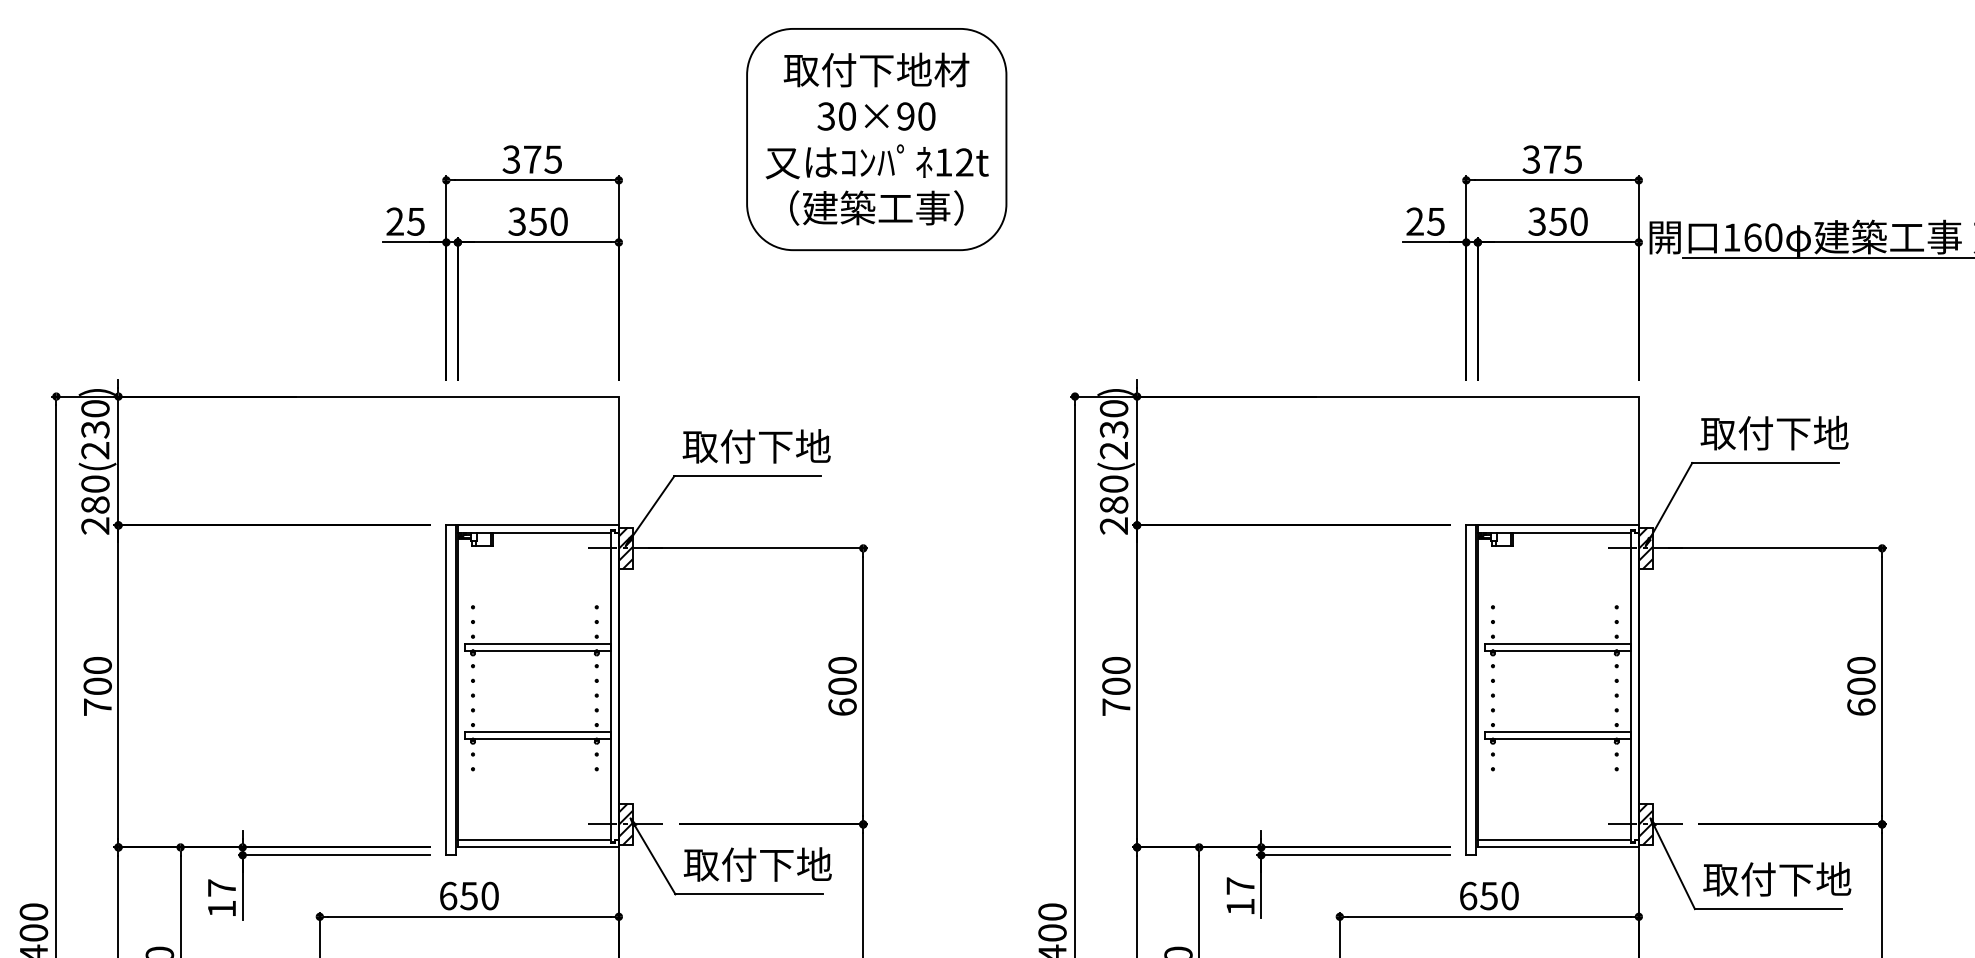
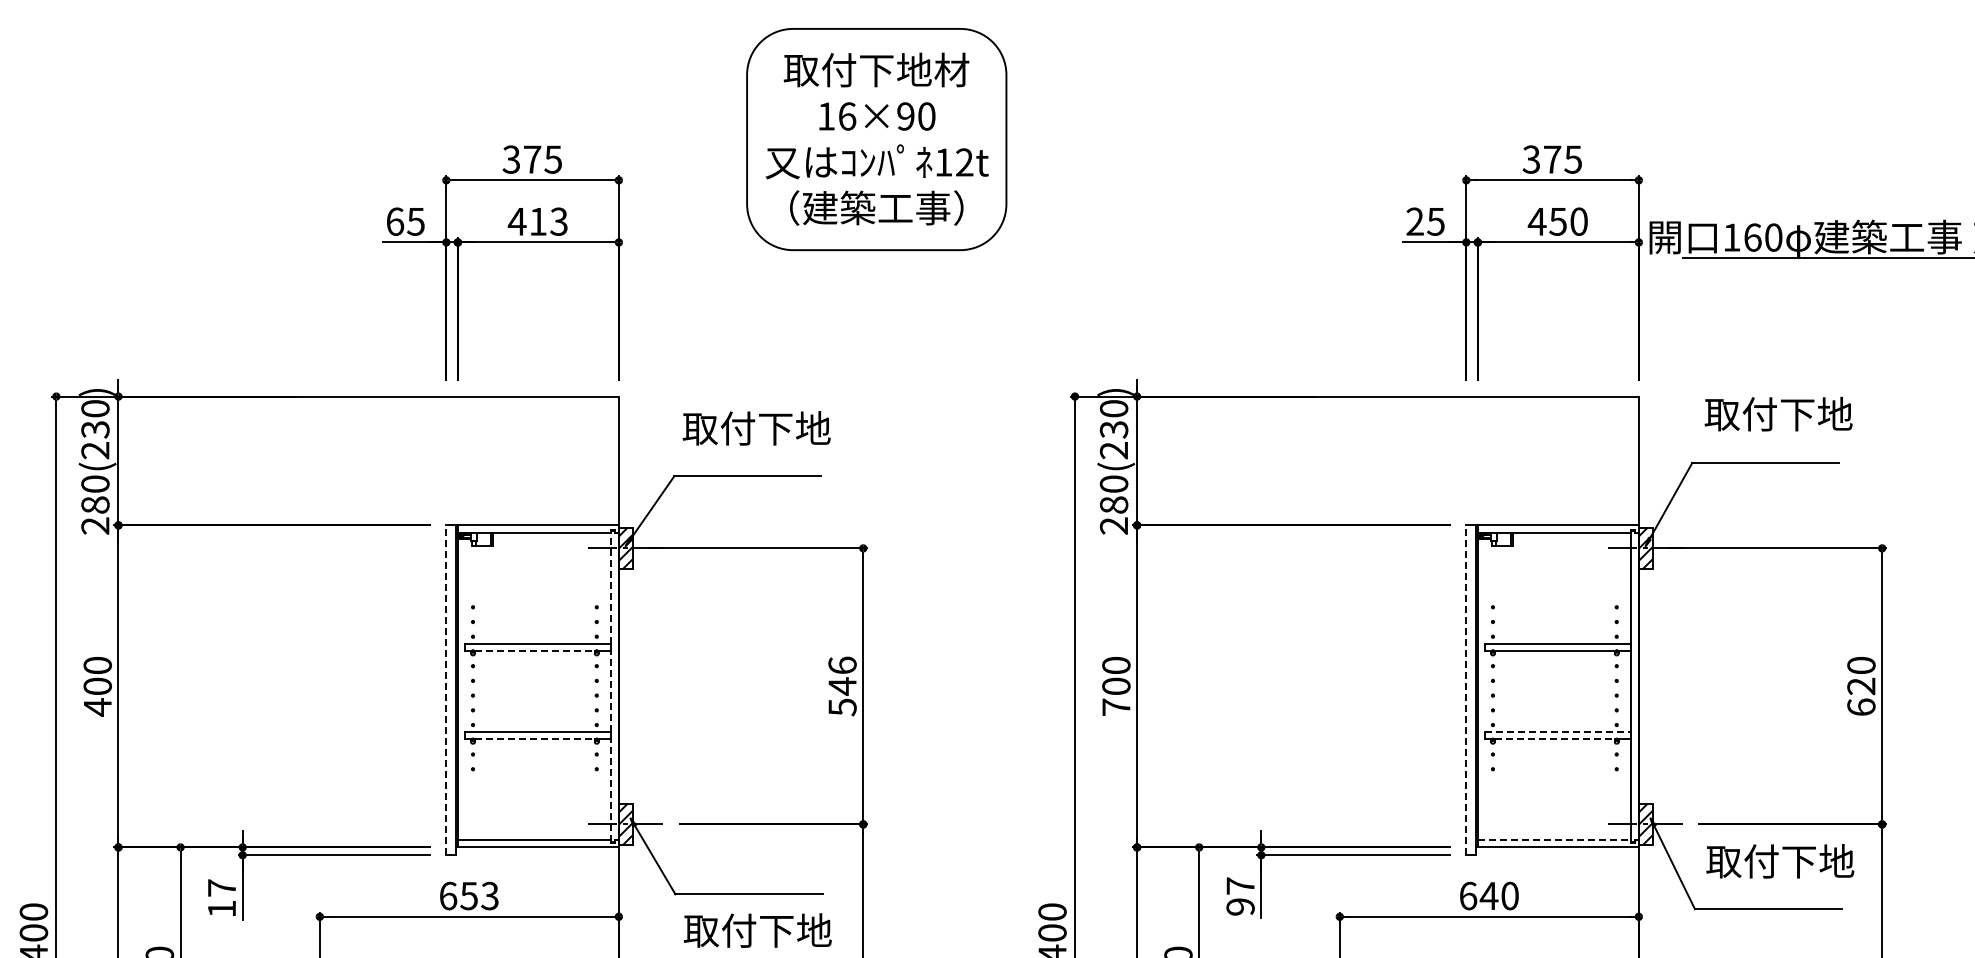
text at (836, 116): 30×90 -> 16×90
text at (395, 221): 25 -> 65
text at (537, 221): 350 -> 413
text at (1536, 221): 350 -> 450
text at (1774, 432) position: (1774, 432) -> (1778, 413)
text at (756, 446) position: (756, 446) -> (756, 428)
line at (534, 650): solid -> dashed
line at (611, 686): solid -> dashed
text at (842, 686): 600 -> 546
text at (1861, 686): 600 -> 620
line at (446, 690): solid -> dashed
line at (1466, 690): solid -> dashed
text at (97, 707): 700 -> 400
line at (1558, 731): solid -> dashed
line at (534, 739): solid -> dashed
line at (1554, 739): solid -> dashed
line at (1555, 840): solid -> dashed
text at (757, 864) position: (757, 864) -> (757, 930)
text at (1777, 879) position: (1777, 879) -> (1780, 861)
text at (489, 895): 650 -> 653
text at (1488, 896): 650 -> 640
text at (1240, 906): 17 -> 97
